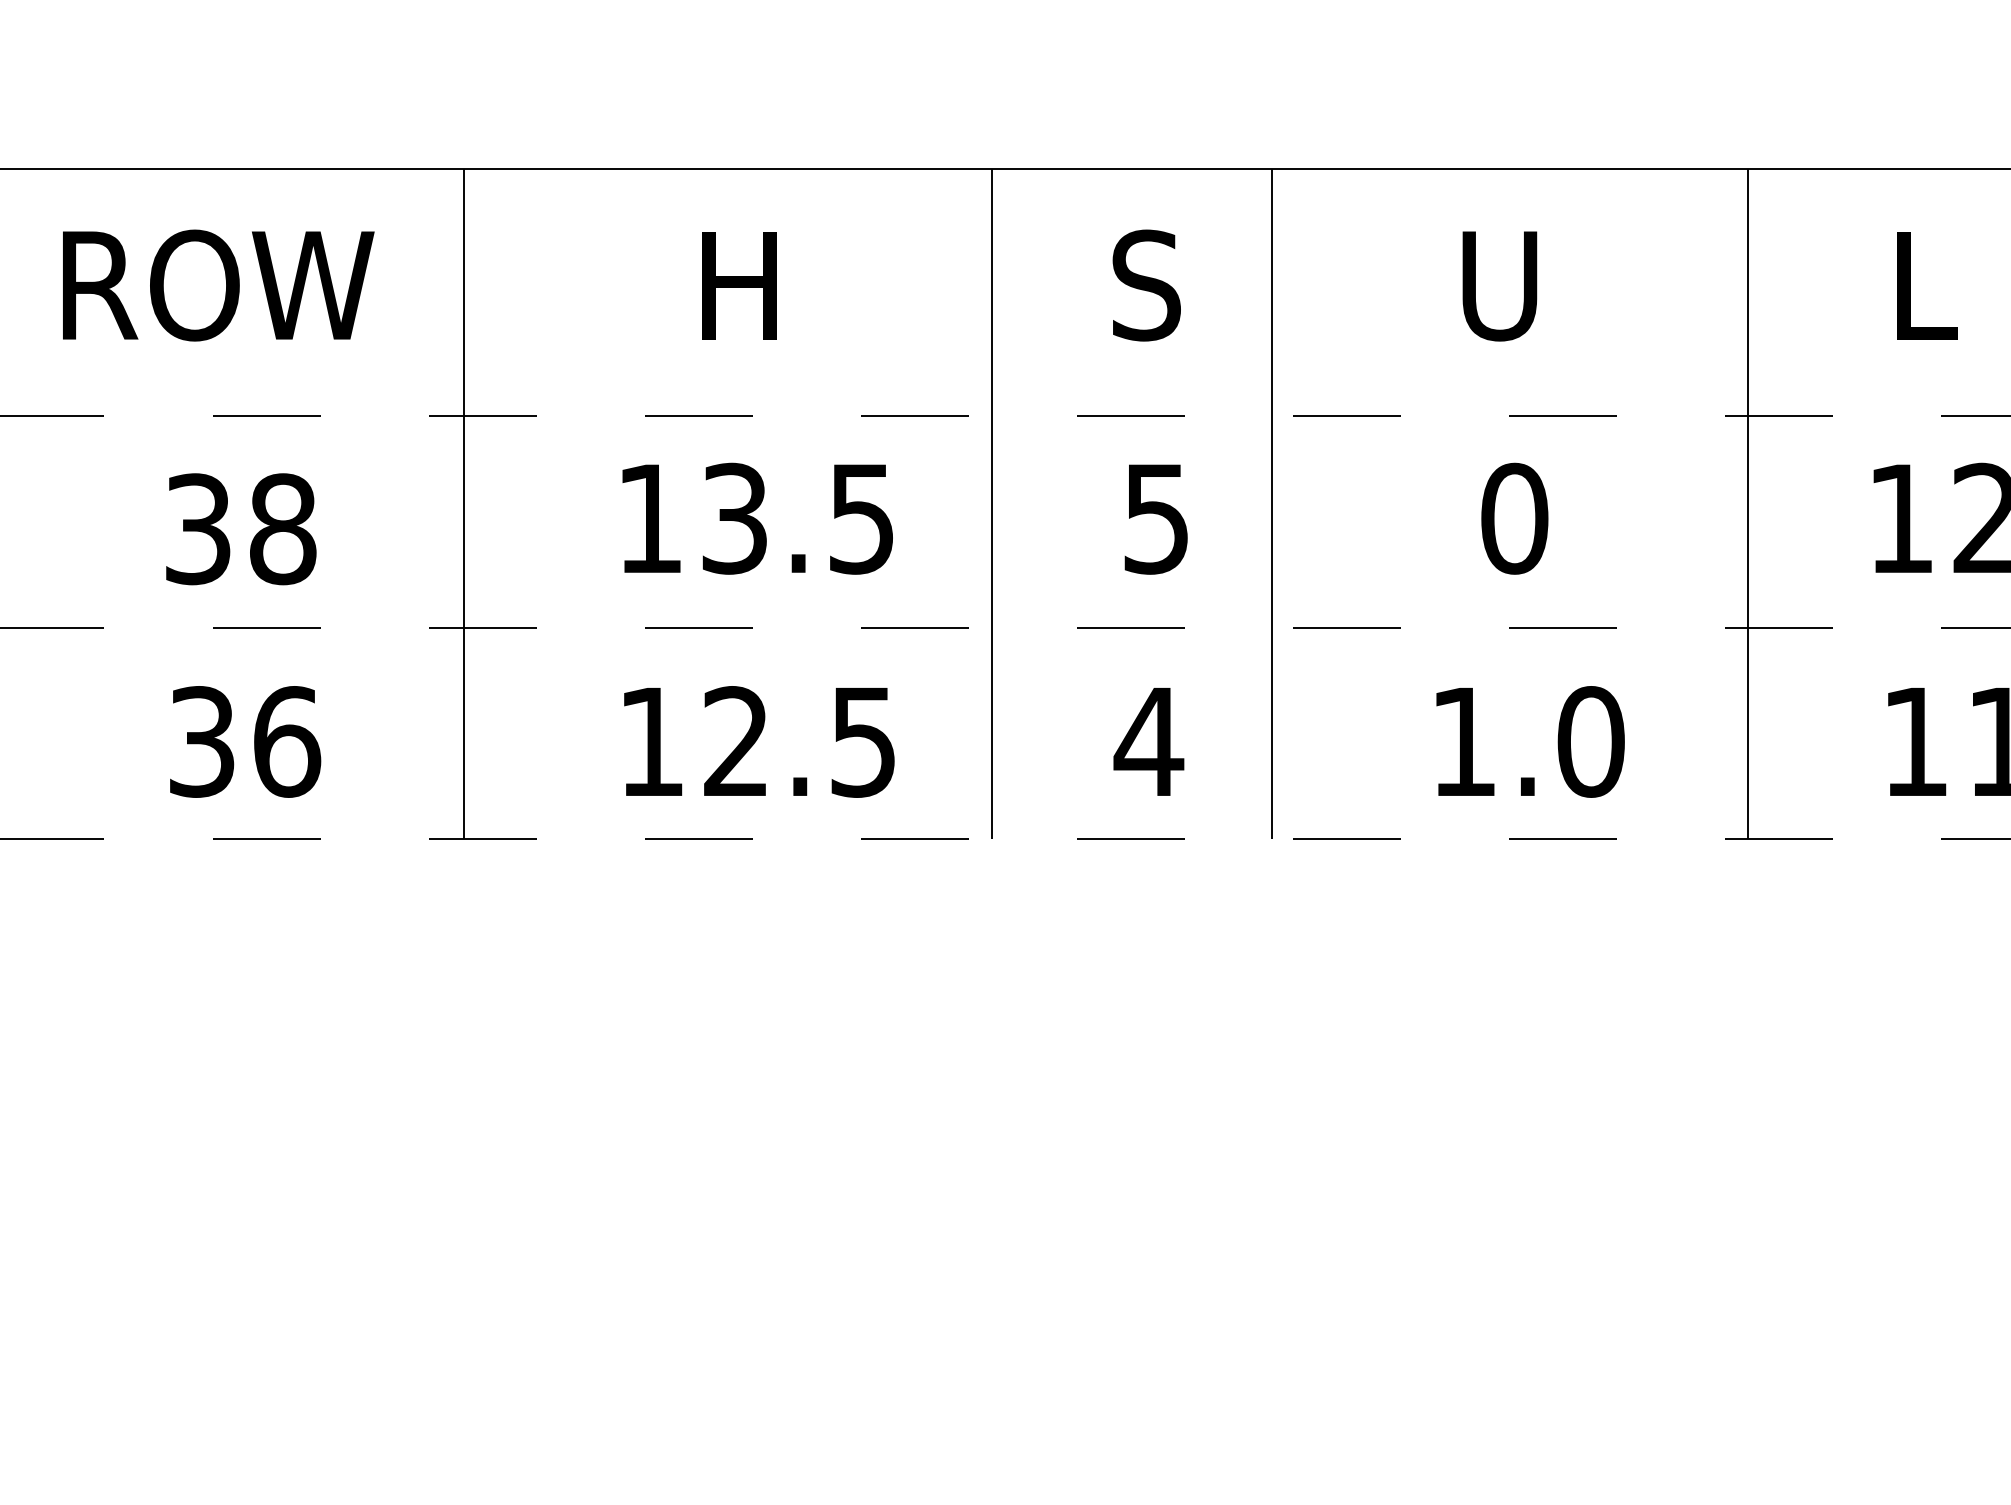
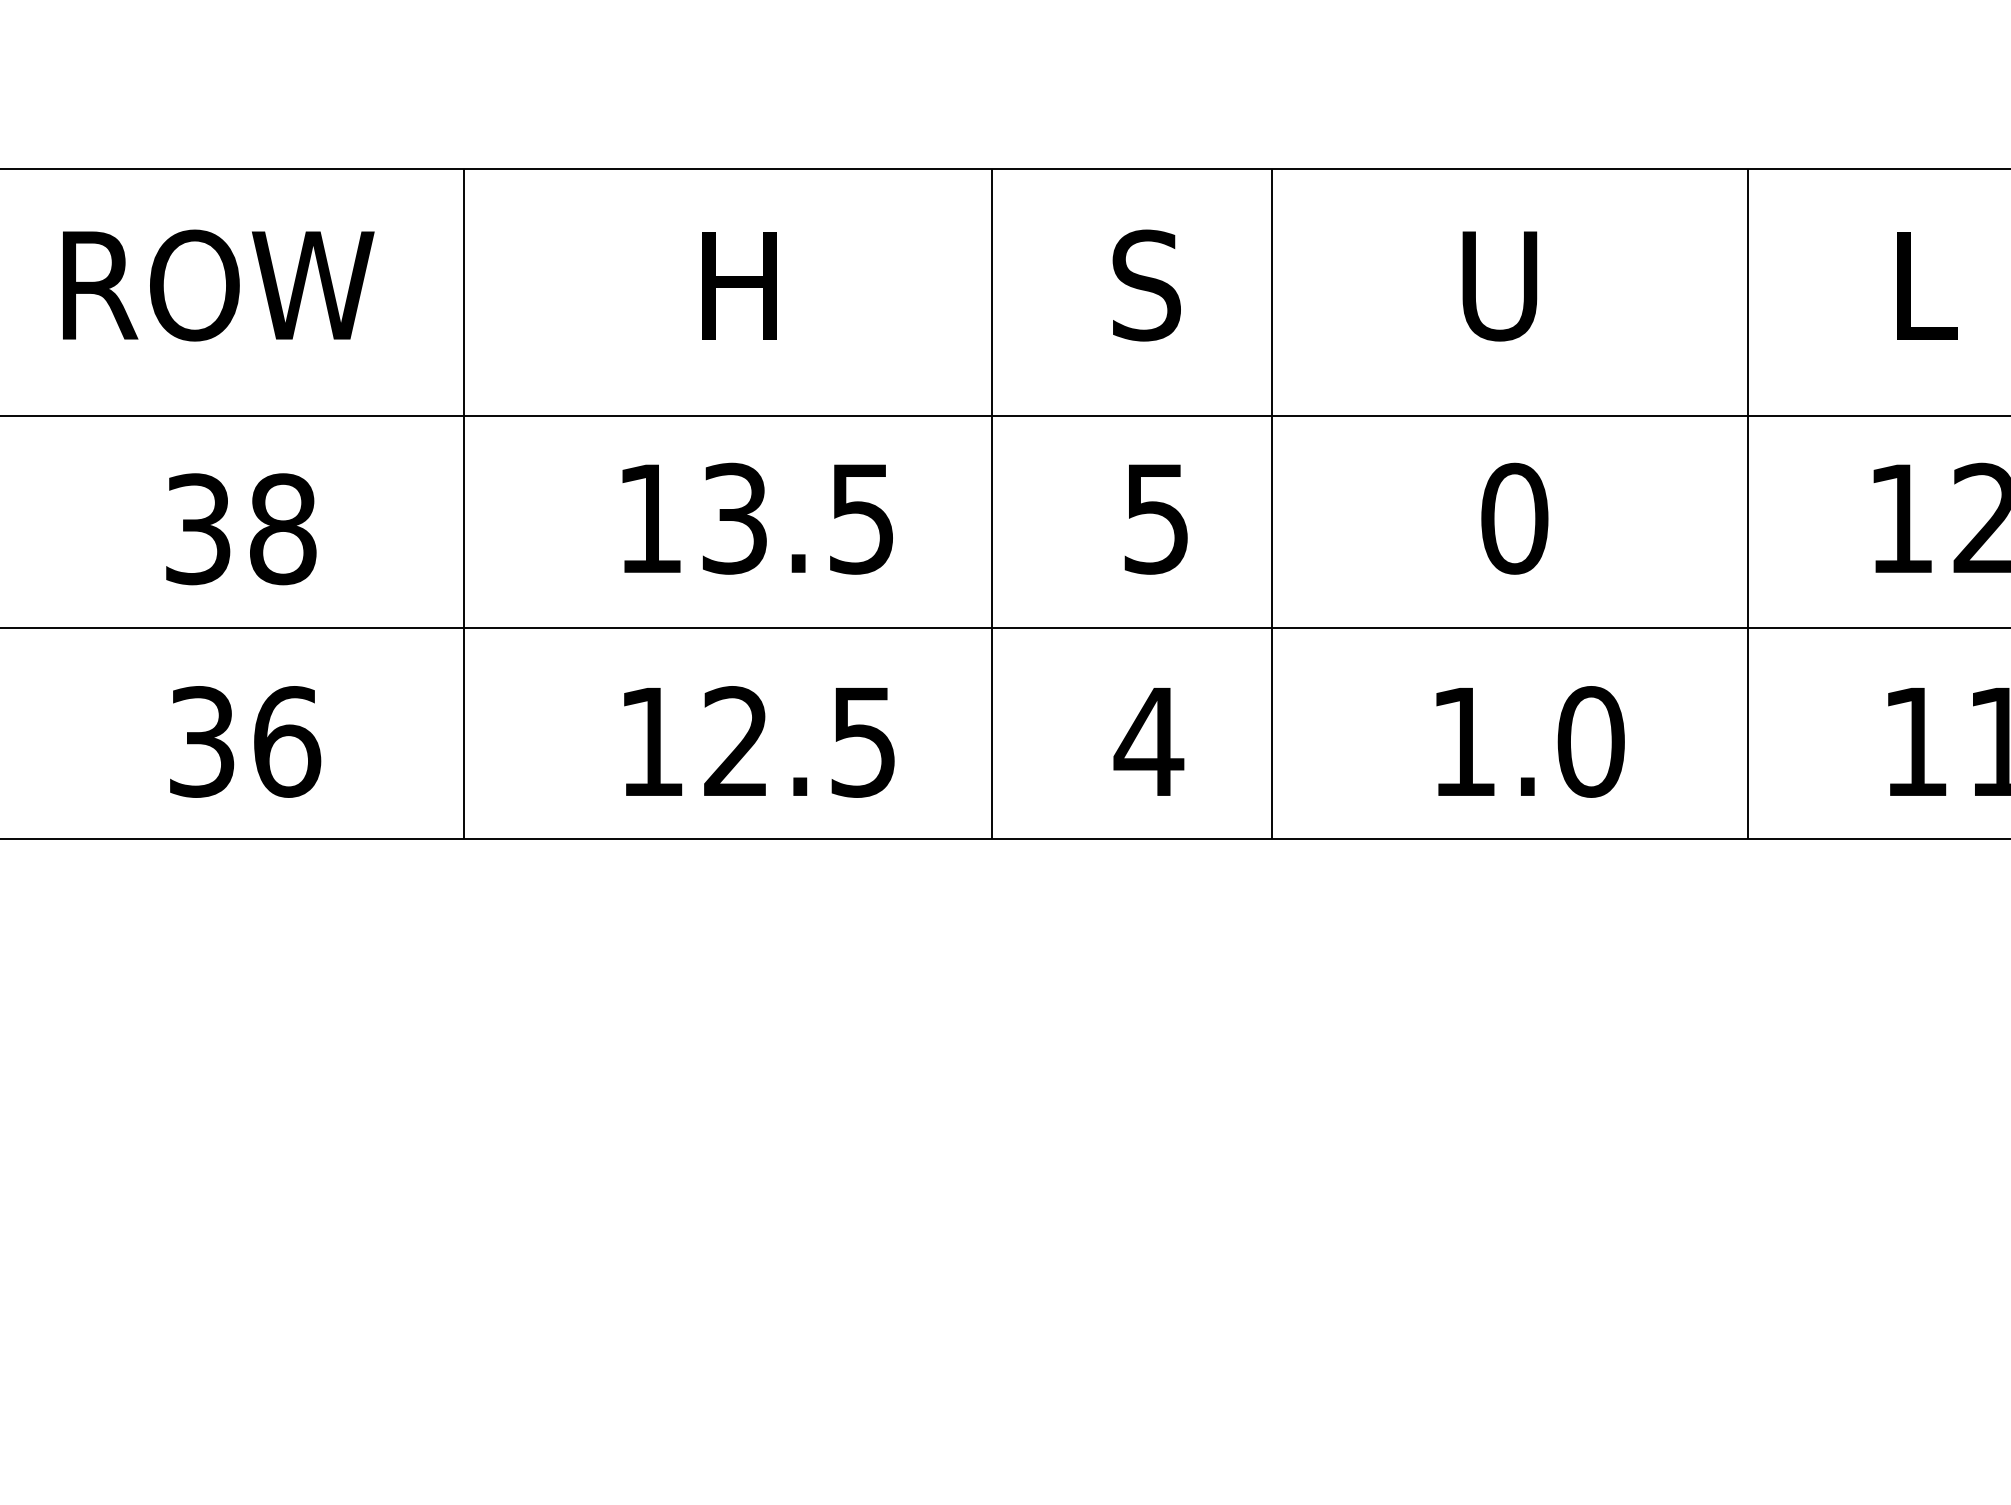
line at (1005, 416): dashed -> solid
line at (1005, 627): dashed -> solid
line at (1005, 839): dashed -> solid
